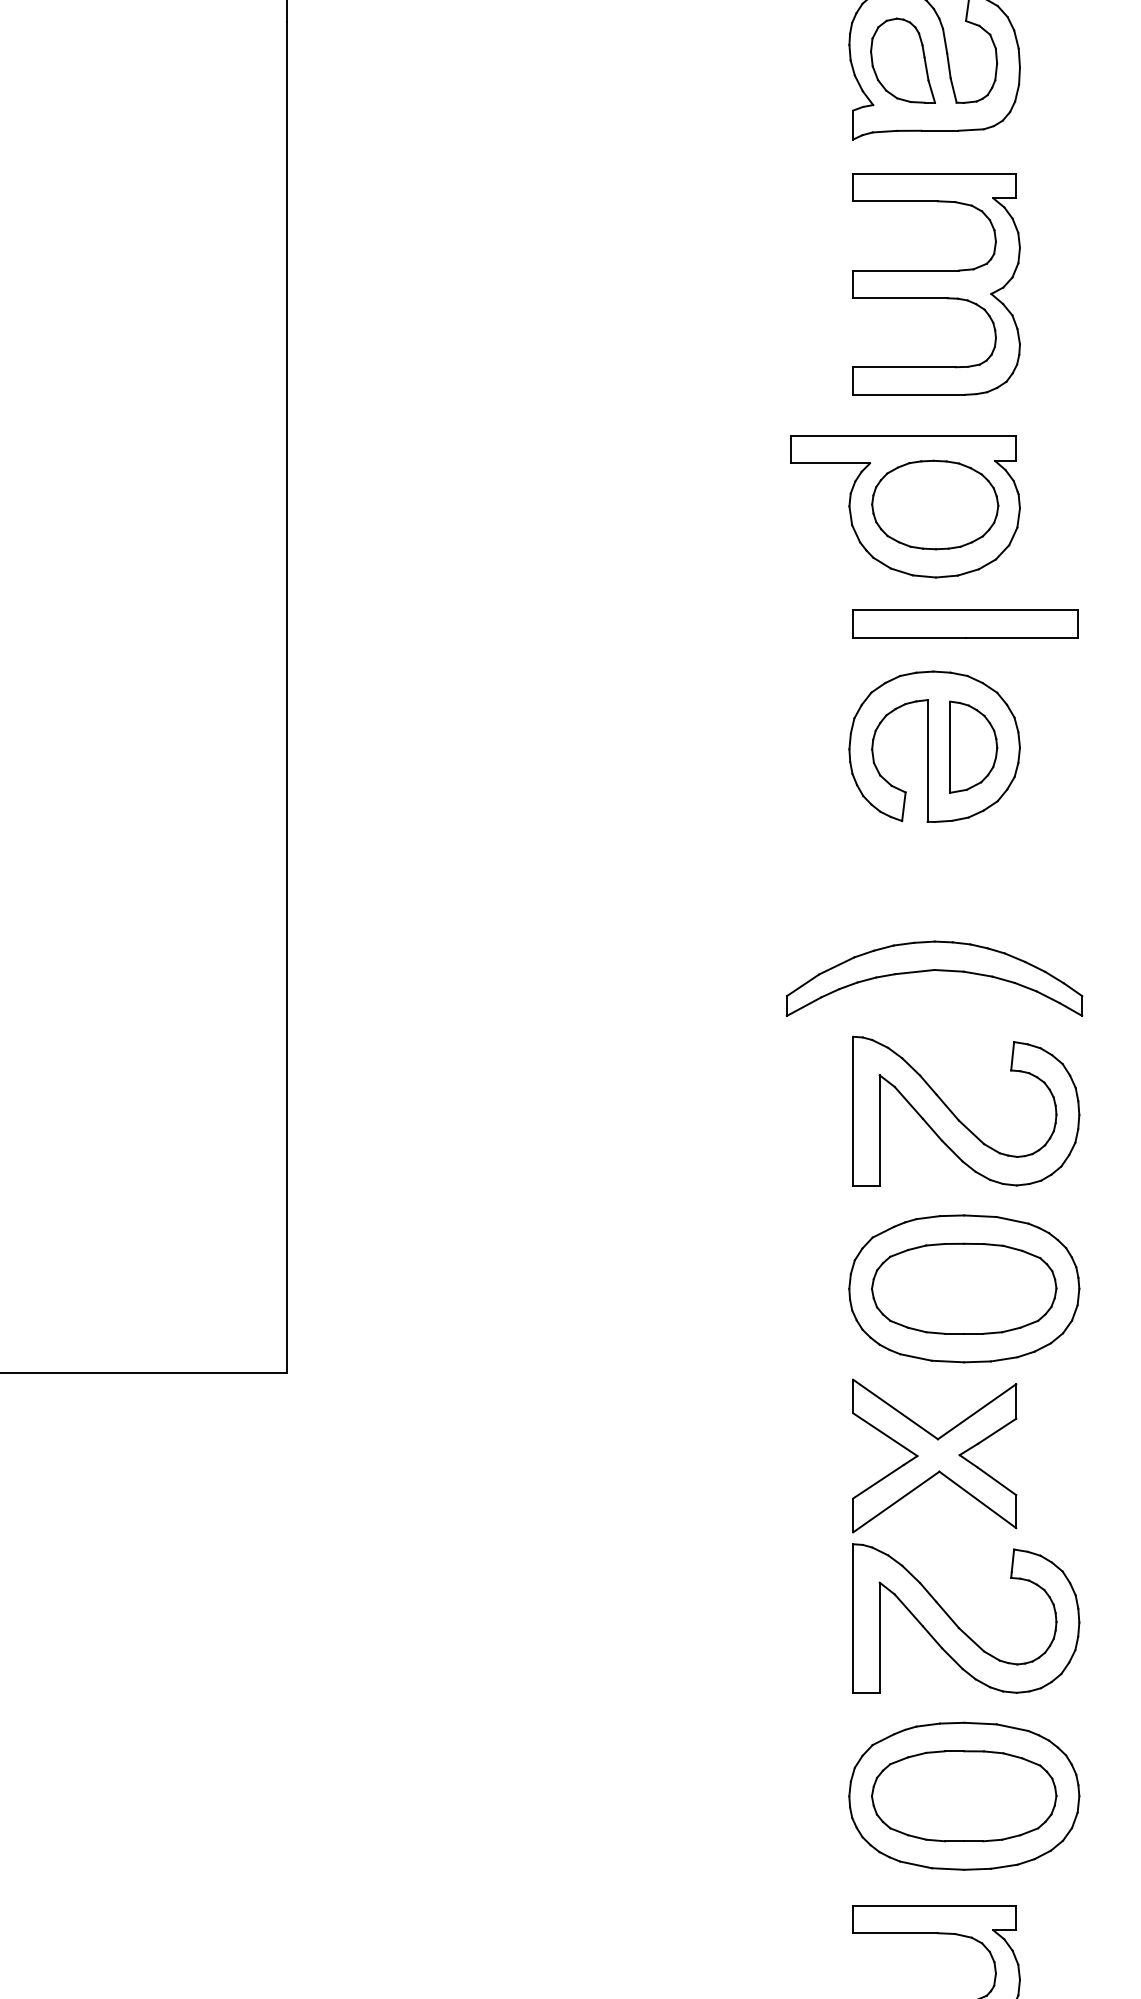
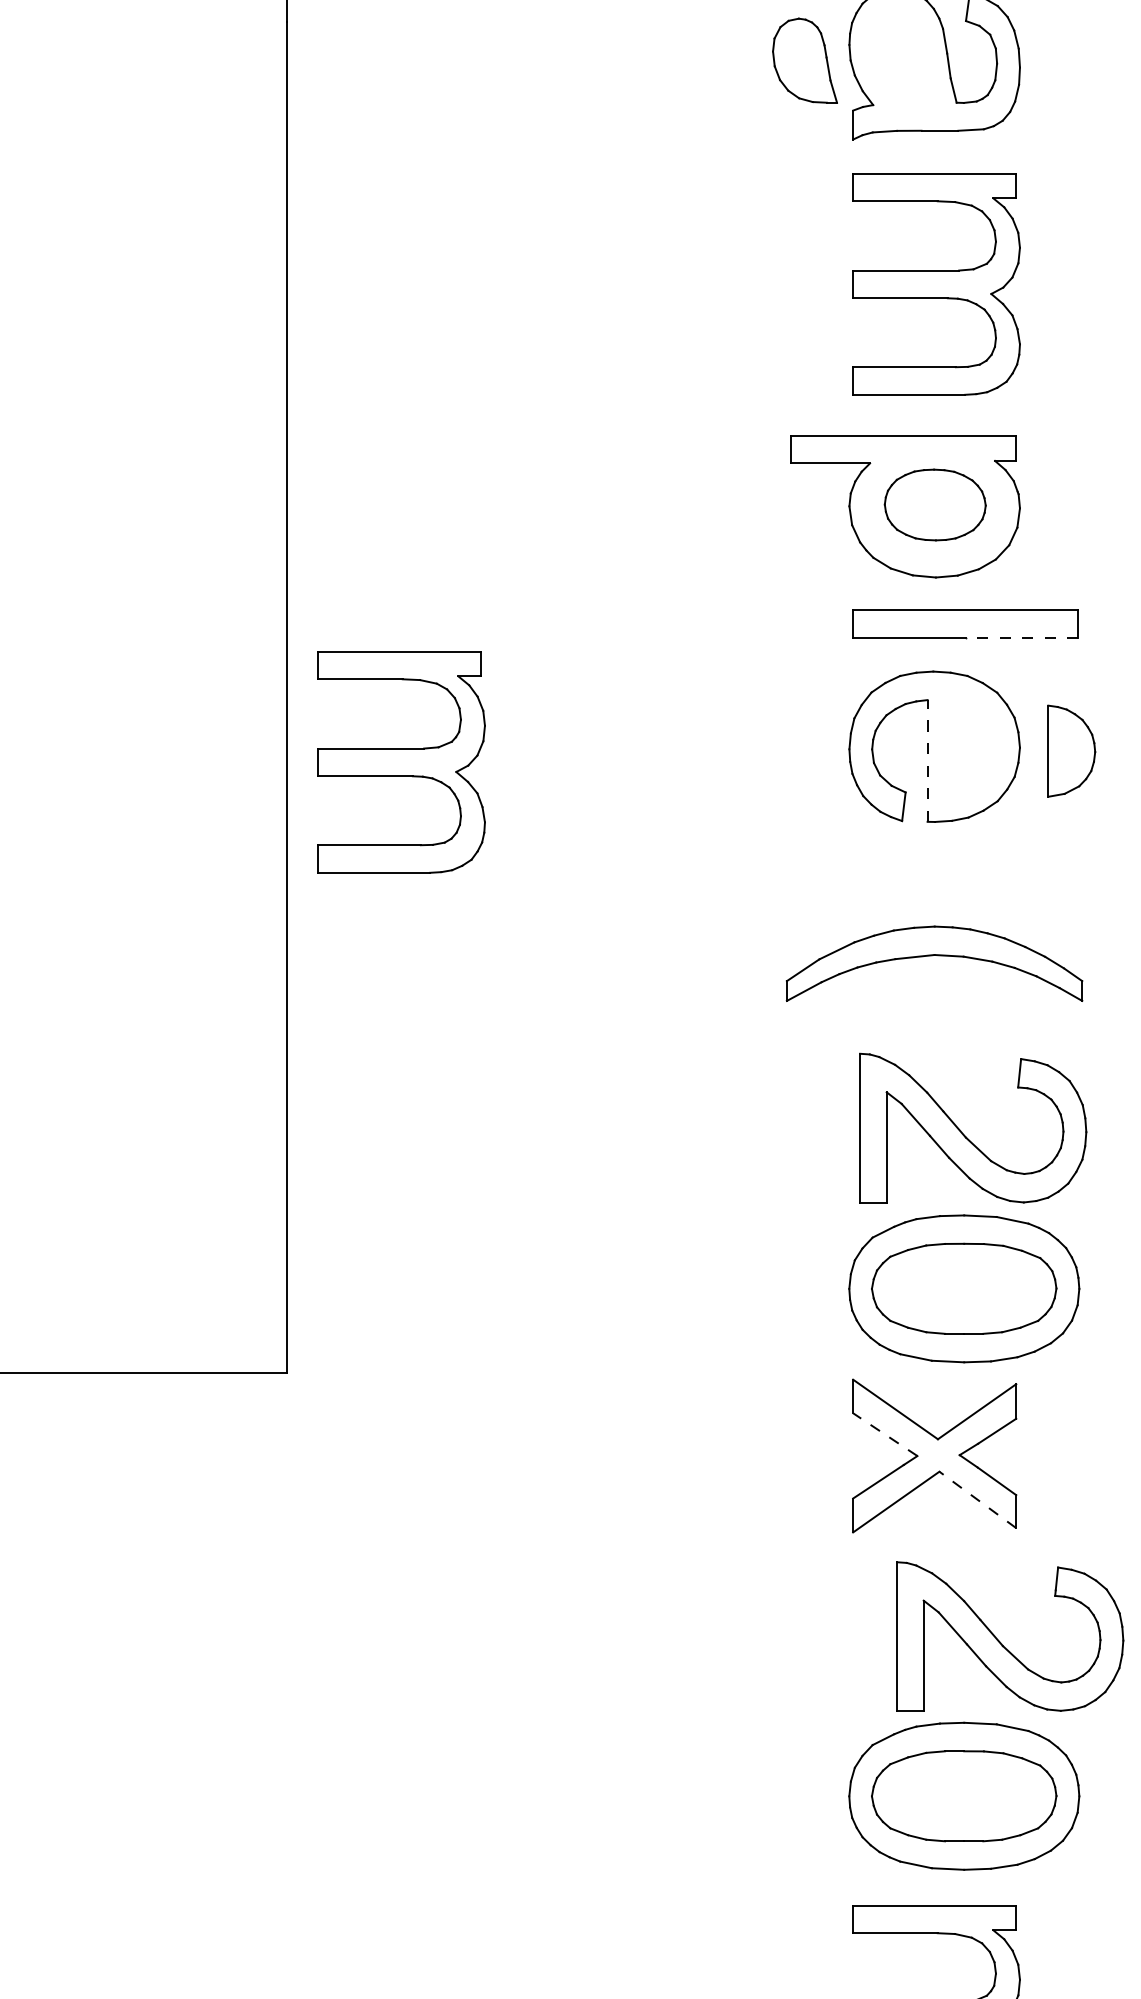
part at (902, 60) position: (902, 60) -> (804, 60)
part at (935, 504) size: 129x92 px -> 104x74 px
line at (1021, 637): solid -> dashed
part at (973, 746) position: (973, 746) -> (1071, 750)
line at (927, 760): solid -> dashed
part at (401, 762): none -> present
part at (932, 971) position: (932, 971) -> (932, 956)
part at (958, 1118) position: (958, 1118) -> (965, 1135)
line at (885, 1434): solid -> dashed
line at (977, 1499): solid -> dashed
part at (957, 1624) position: (957, 1624) -> (1001, 1642)
